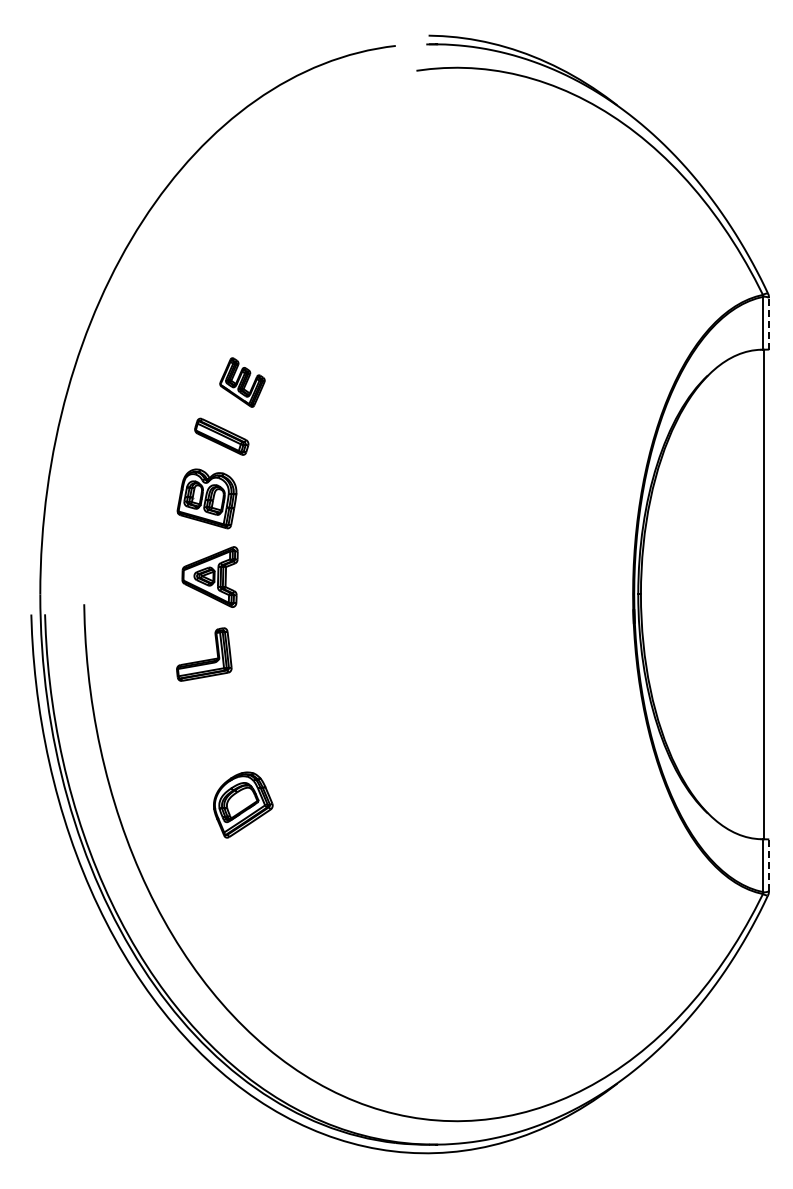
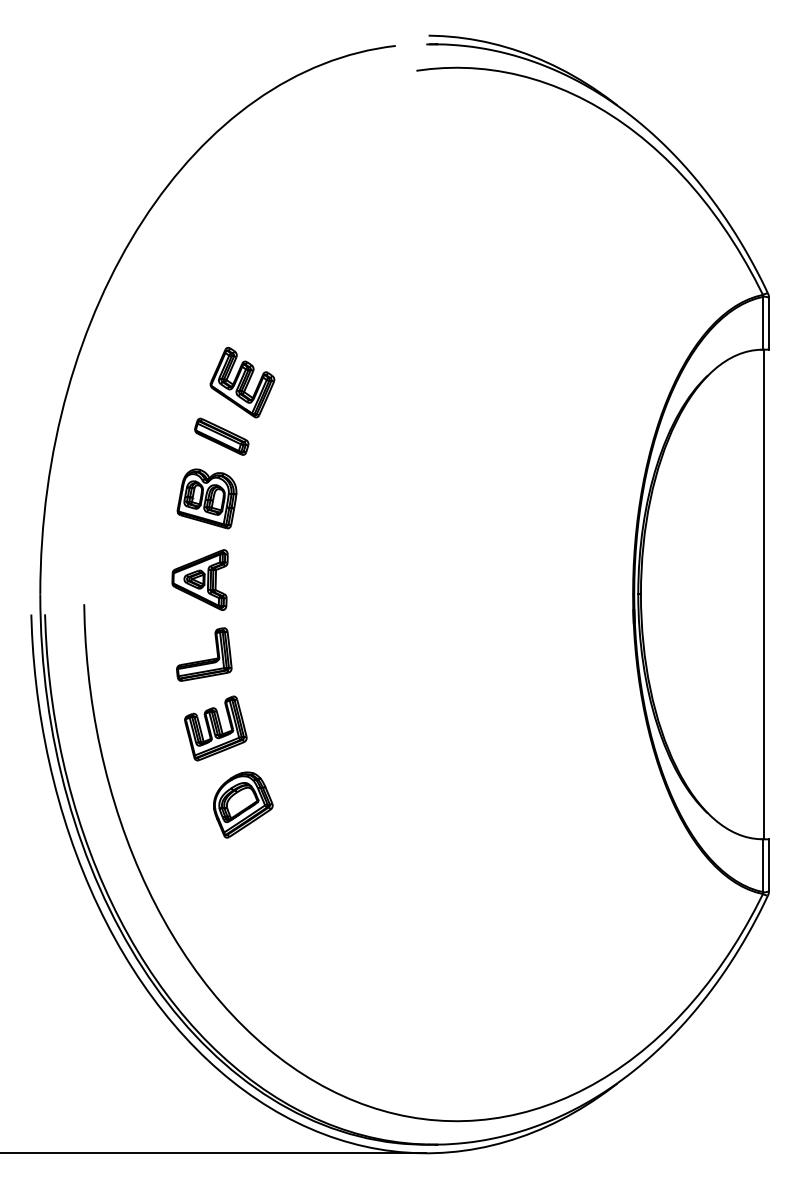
line at (769, 323): dashed -> solid
part at (242, 382) size: 47x51 px -> 67x73 px
part at (209, 576) position: (209, 576) -> (199, 579)
part at (215, 728): none -> present
line at (769, 865): dashed -> solid
line at (214, 1153): none -> present
